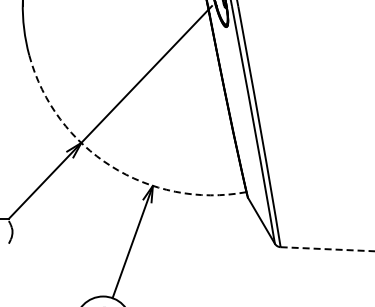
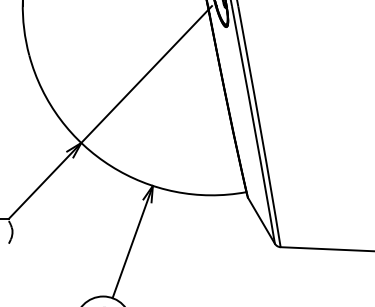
arc at (111, 166): dashed -> solid
line at (328, 249): dashed -> solid
